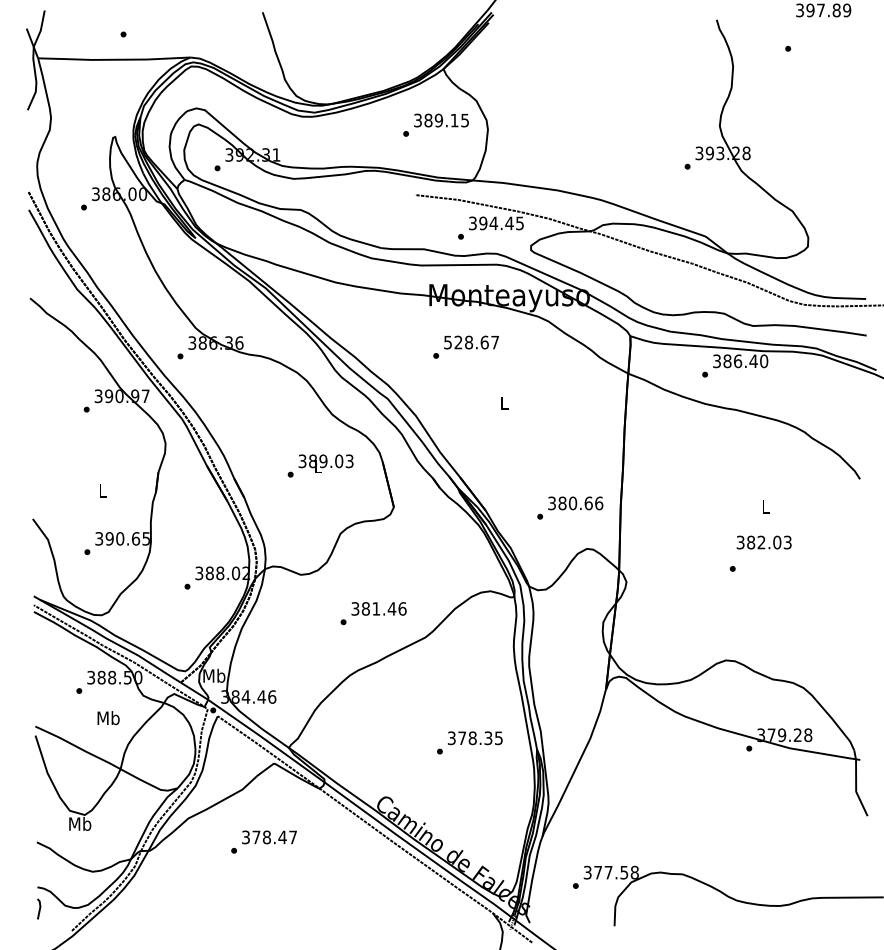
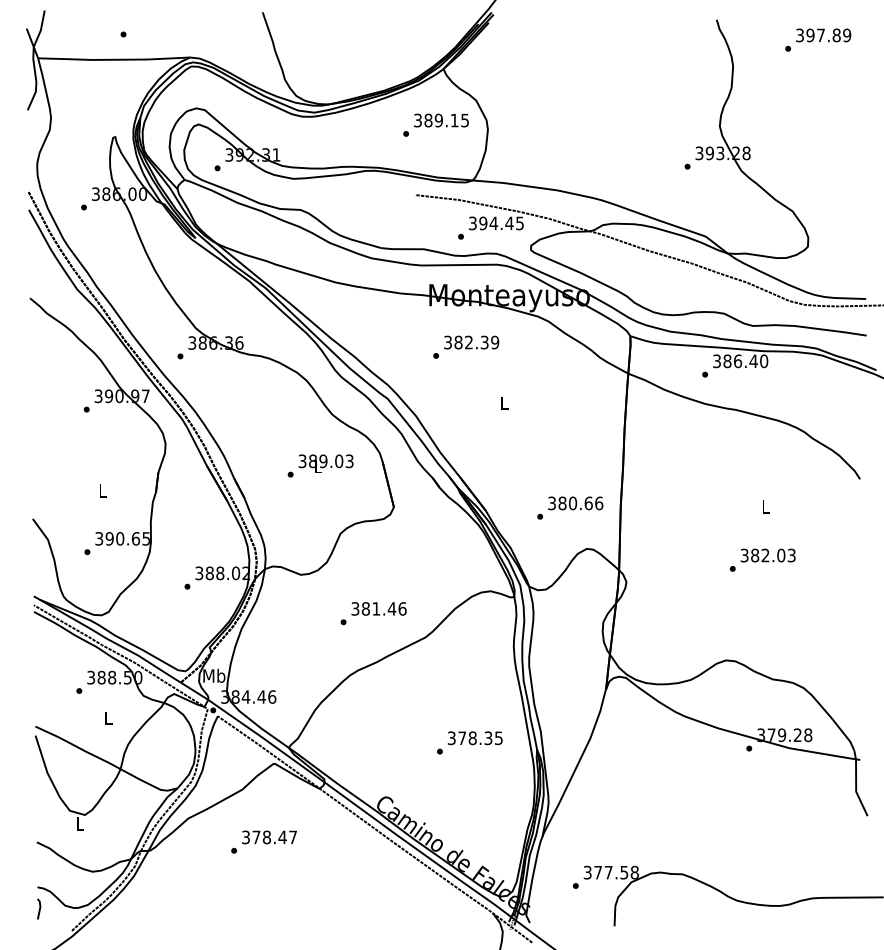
text at (823, 10) position: (823, 10) -> (823, 35)
text at (471, 342): 528.67 -> 382.39
text at (763, 542) position: (763, 542) -> (767, 555)
text at (108, 718): Mb -> L
text at (80, 823): Mb -> L
